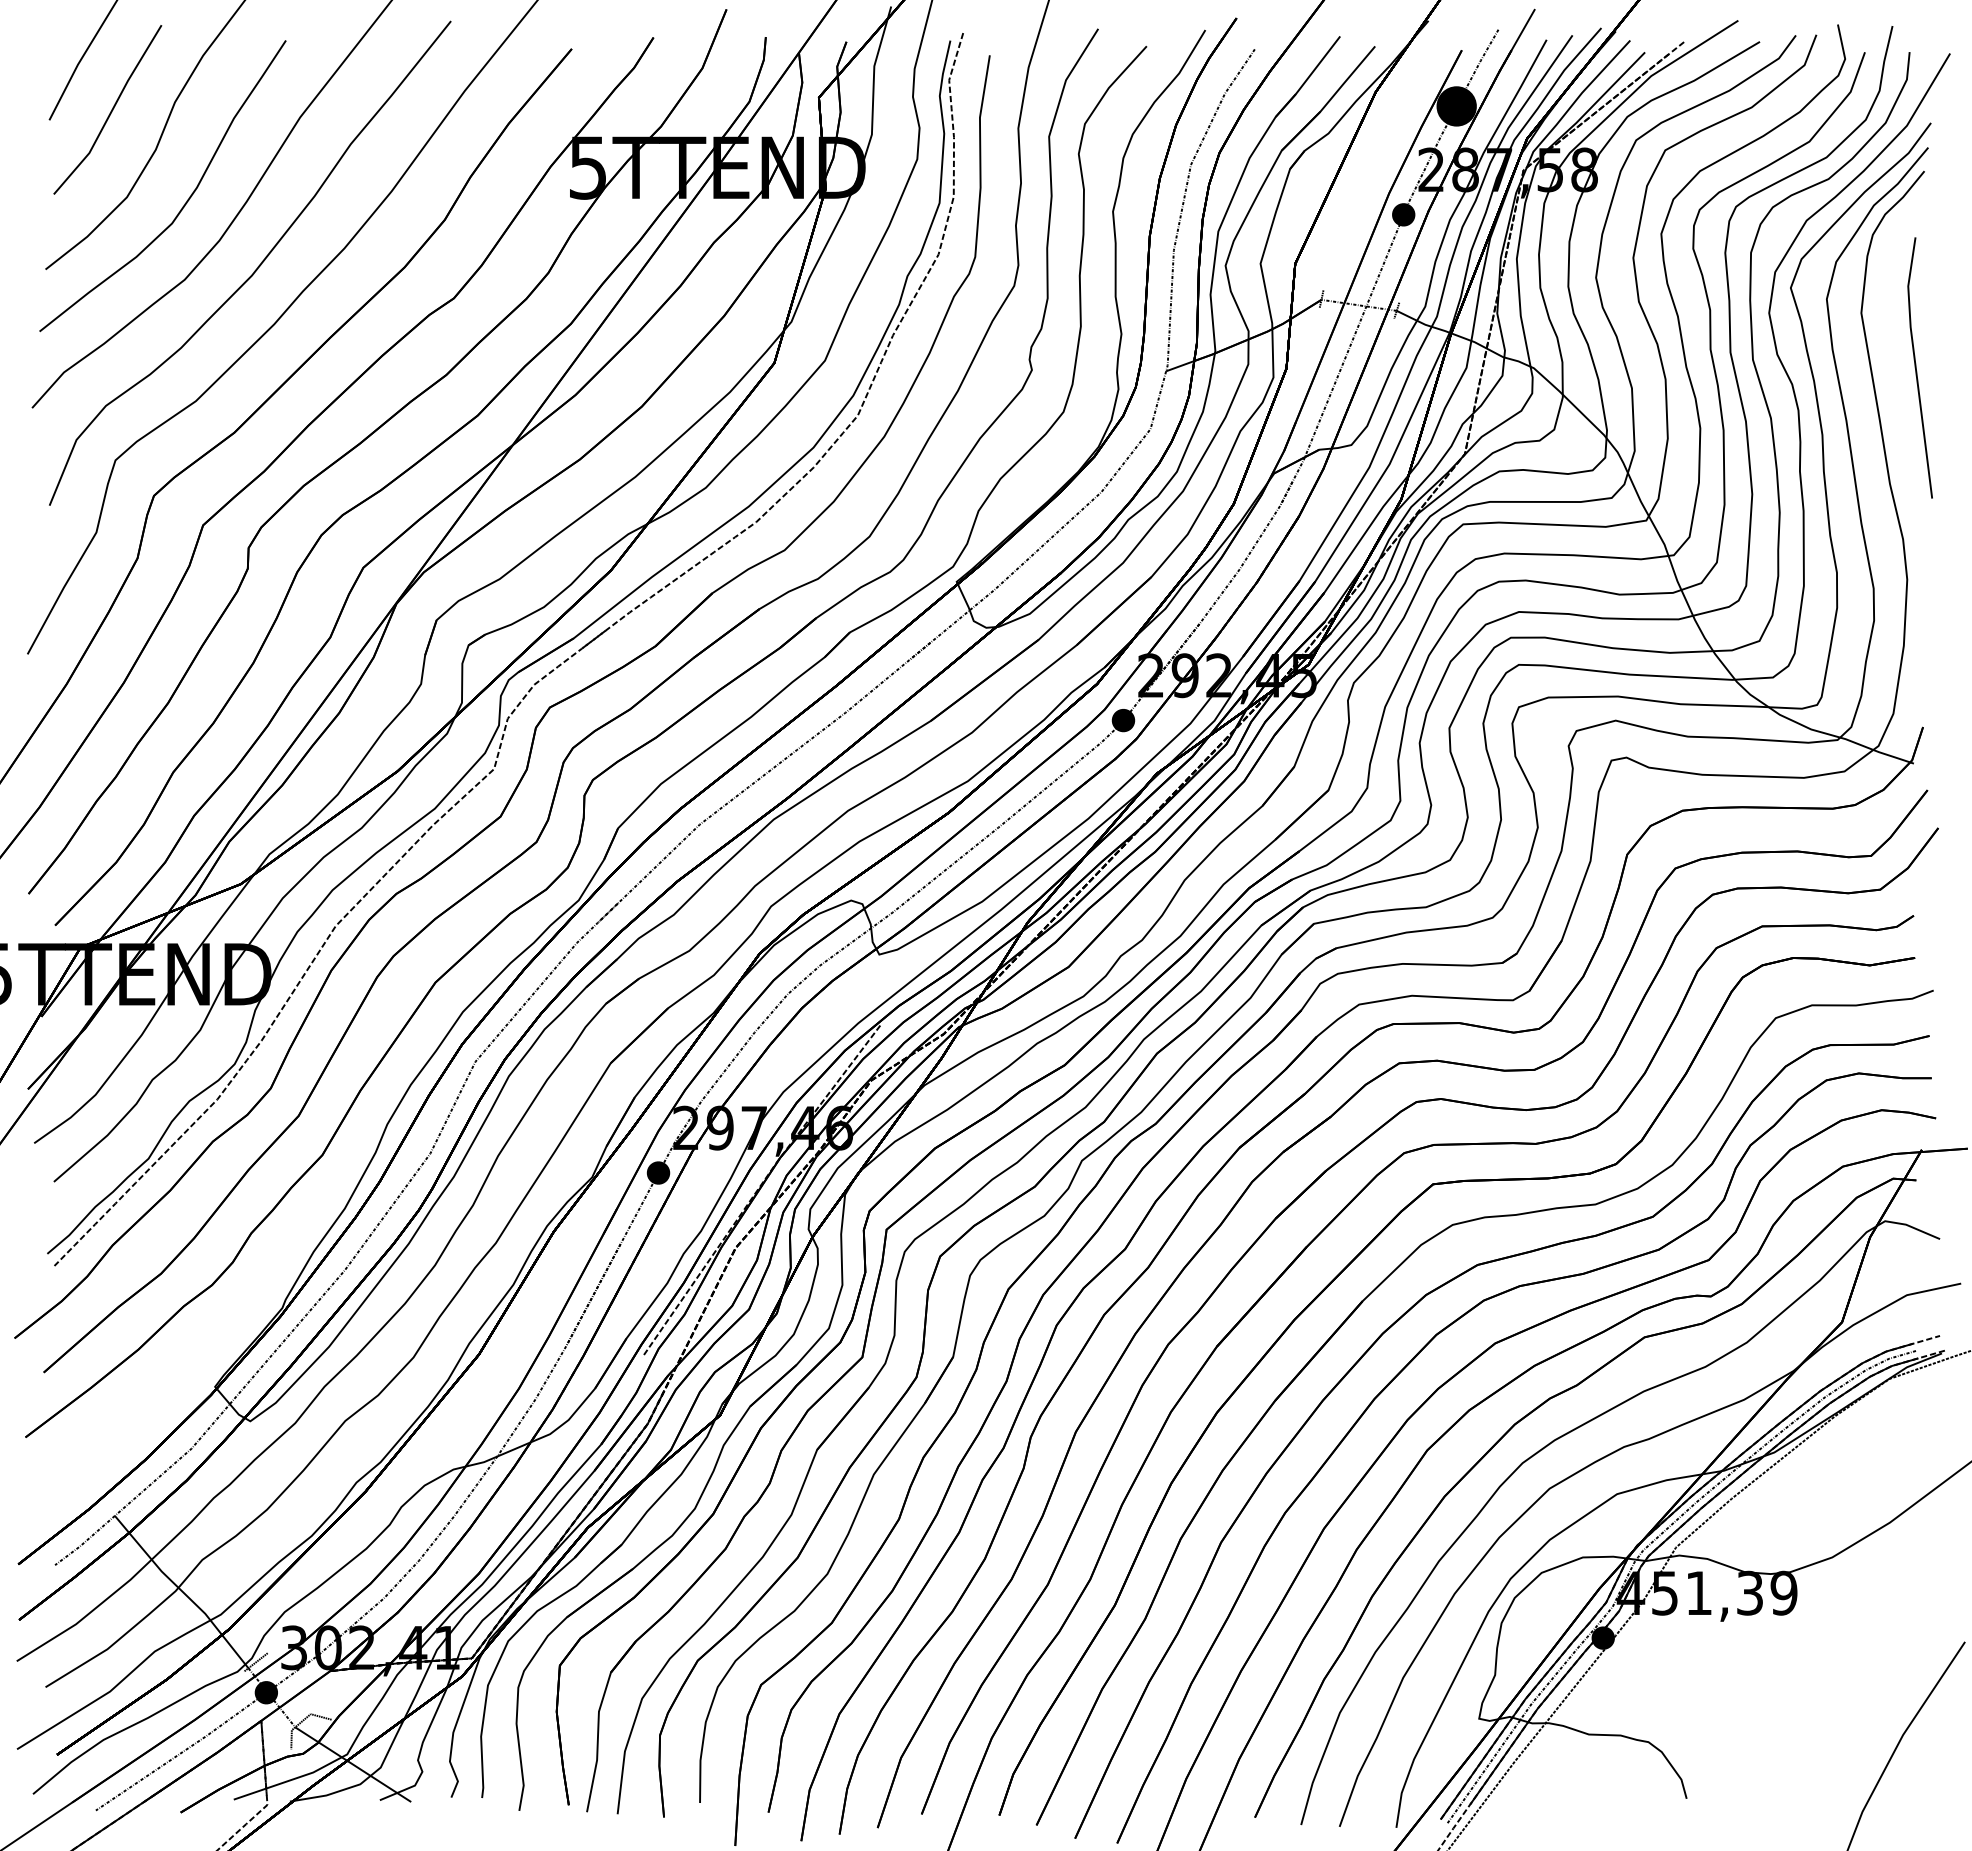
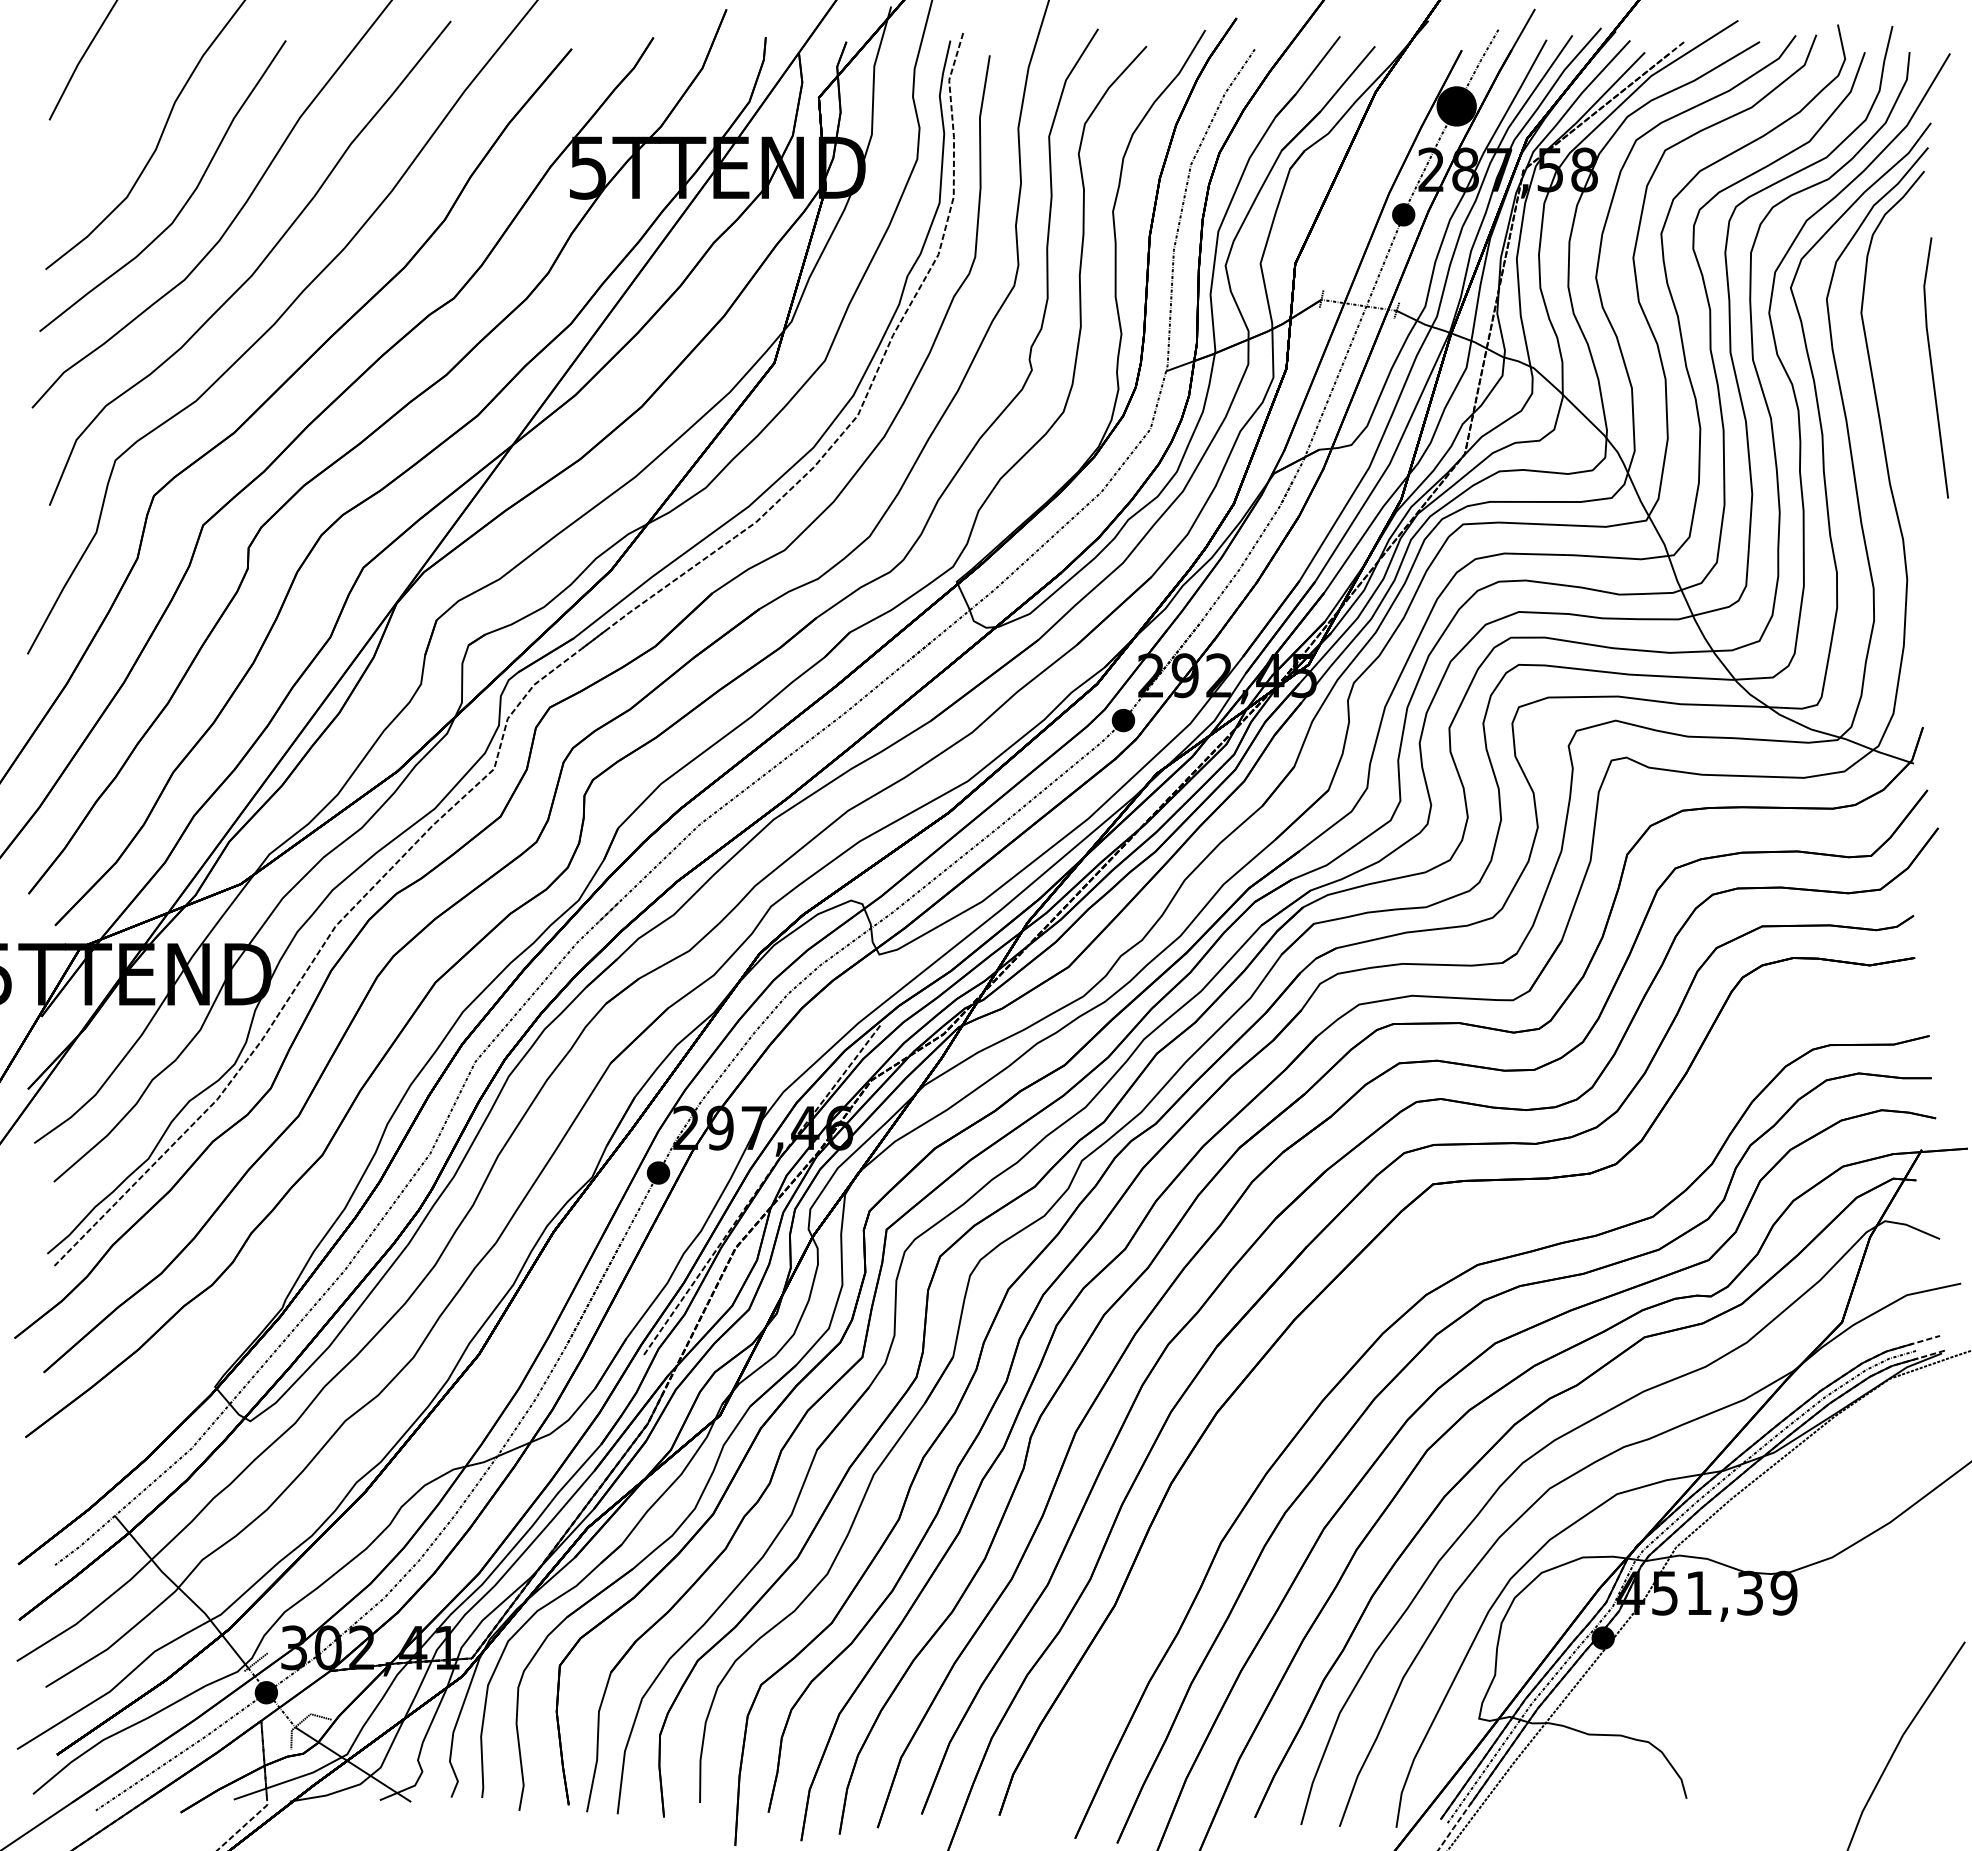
line at (110, 111): present -> none
line at (1916, 367) position: (1916, 367) -> (1932, 367)
part at (1371, 1294): present -> none
